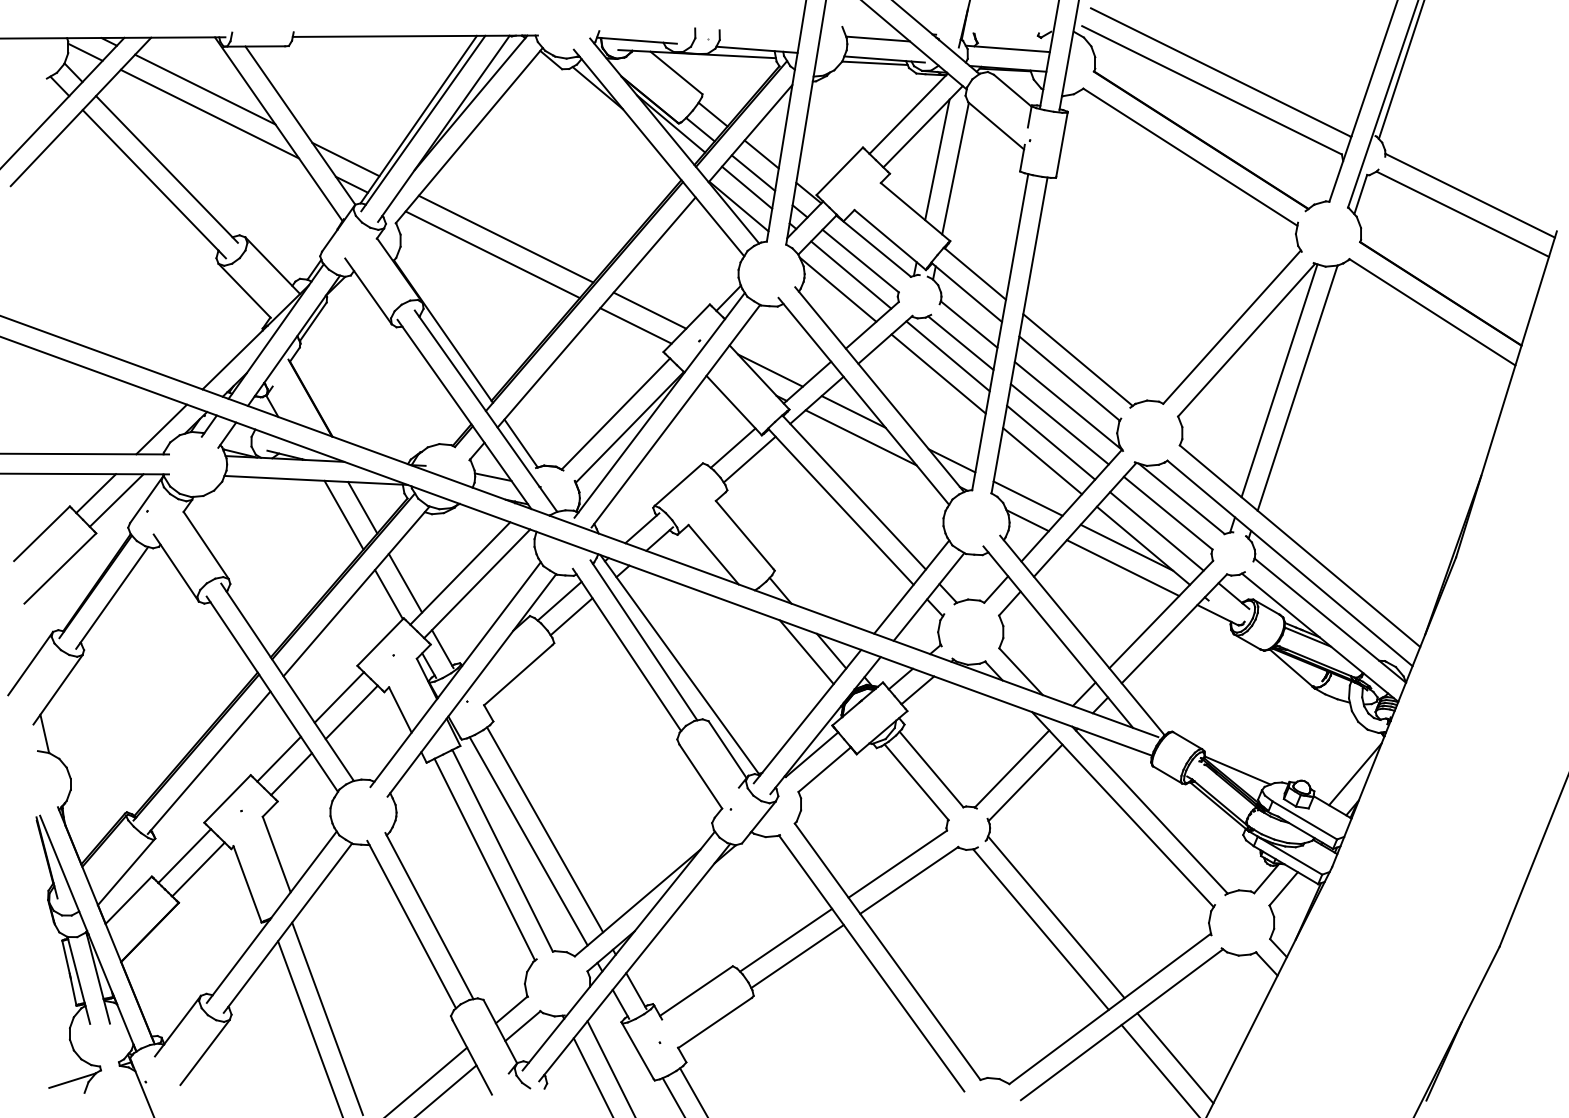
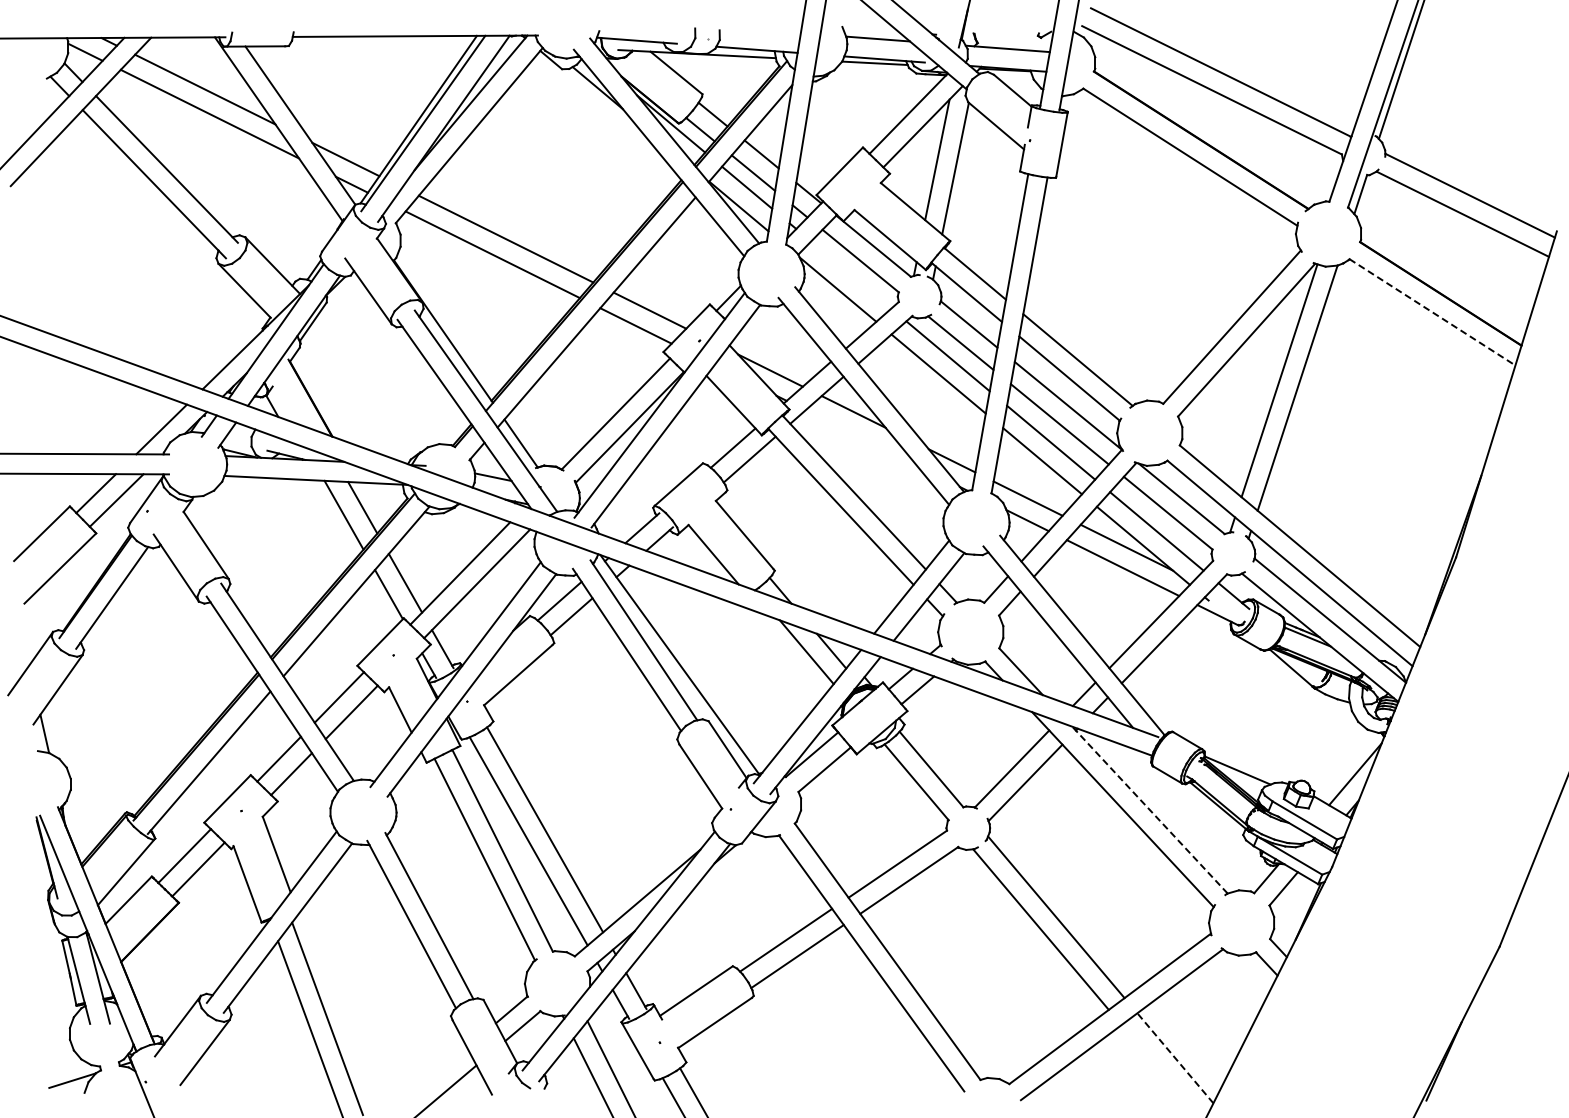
line at (851, 274): present -> none
line at (1432, 312): solid -> dashed
line at (860, 437): present -> none
line at (1150, 810): solid -> dashed
line at (1175, 1058): solid -> dashed
line at (1159, 1069): present -> none
line at (427, 1080): present -> none
